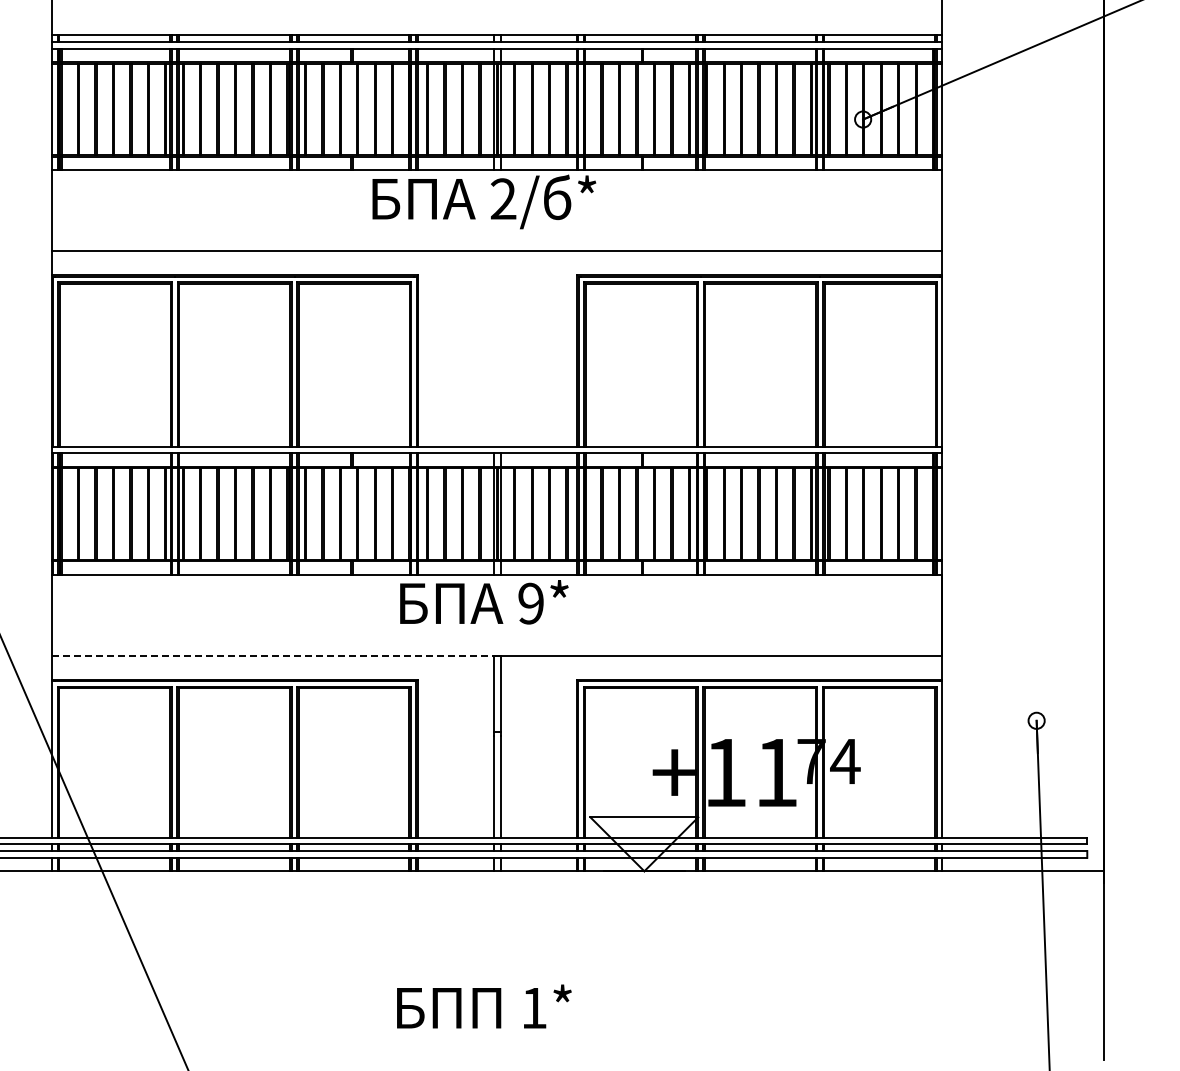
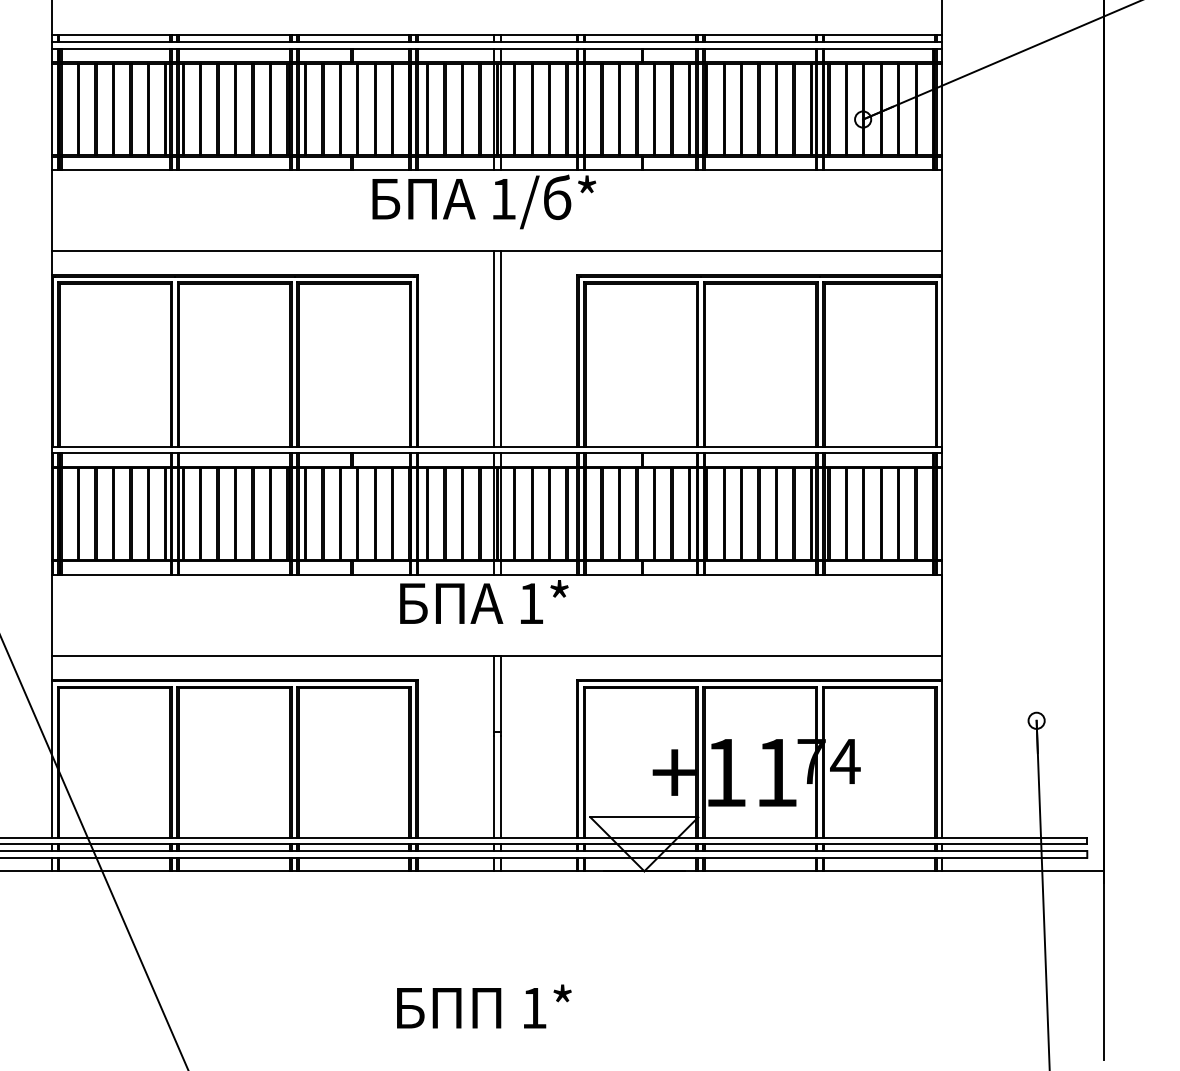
text at (503, 198): 2/ -> 1/
line at (493, 348): none -> present
line at (500, 348): none -> present
text at (530, 603): 9* -> 1*
line at (273, 655): dashed -> solid
